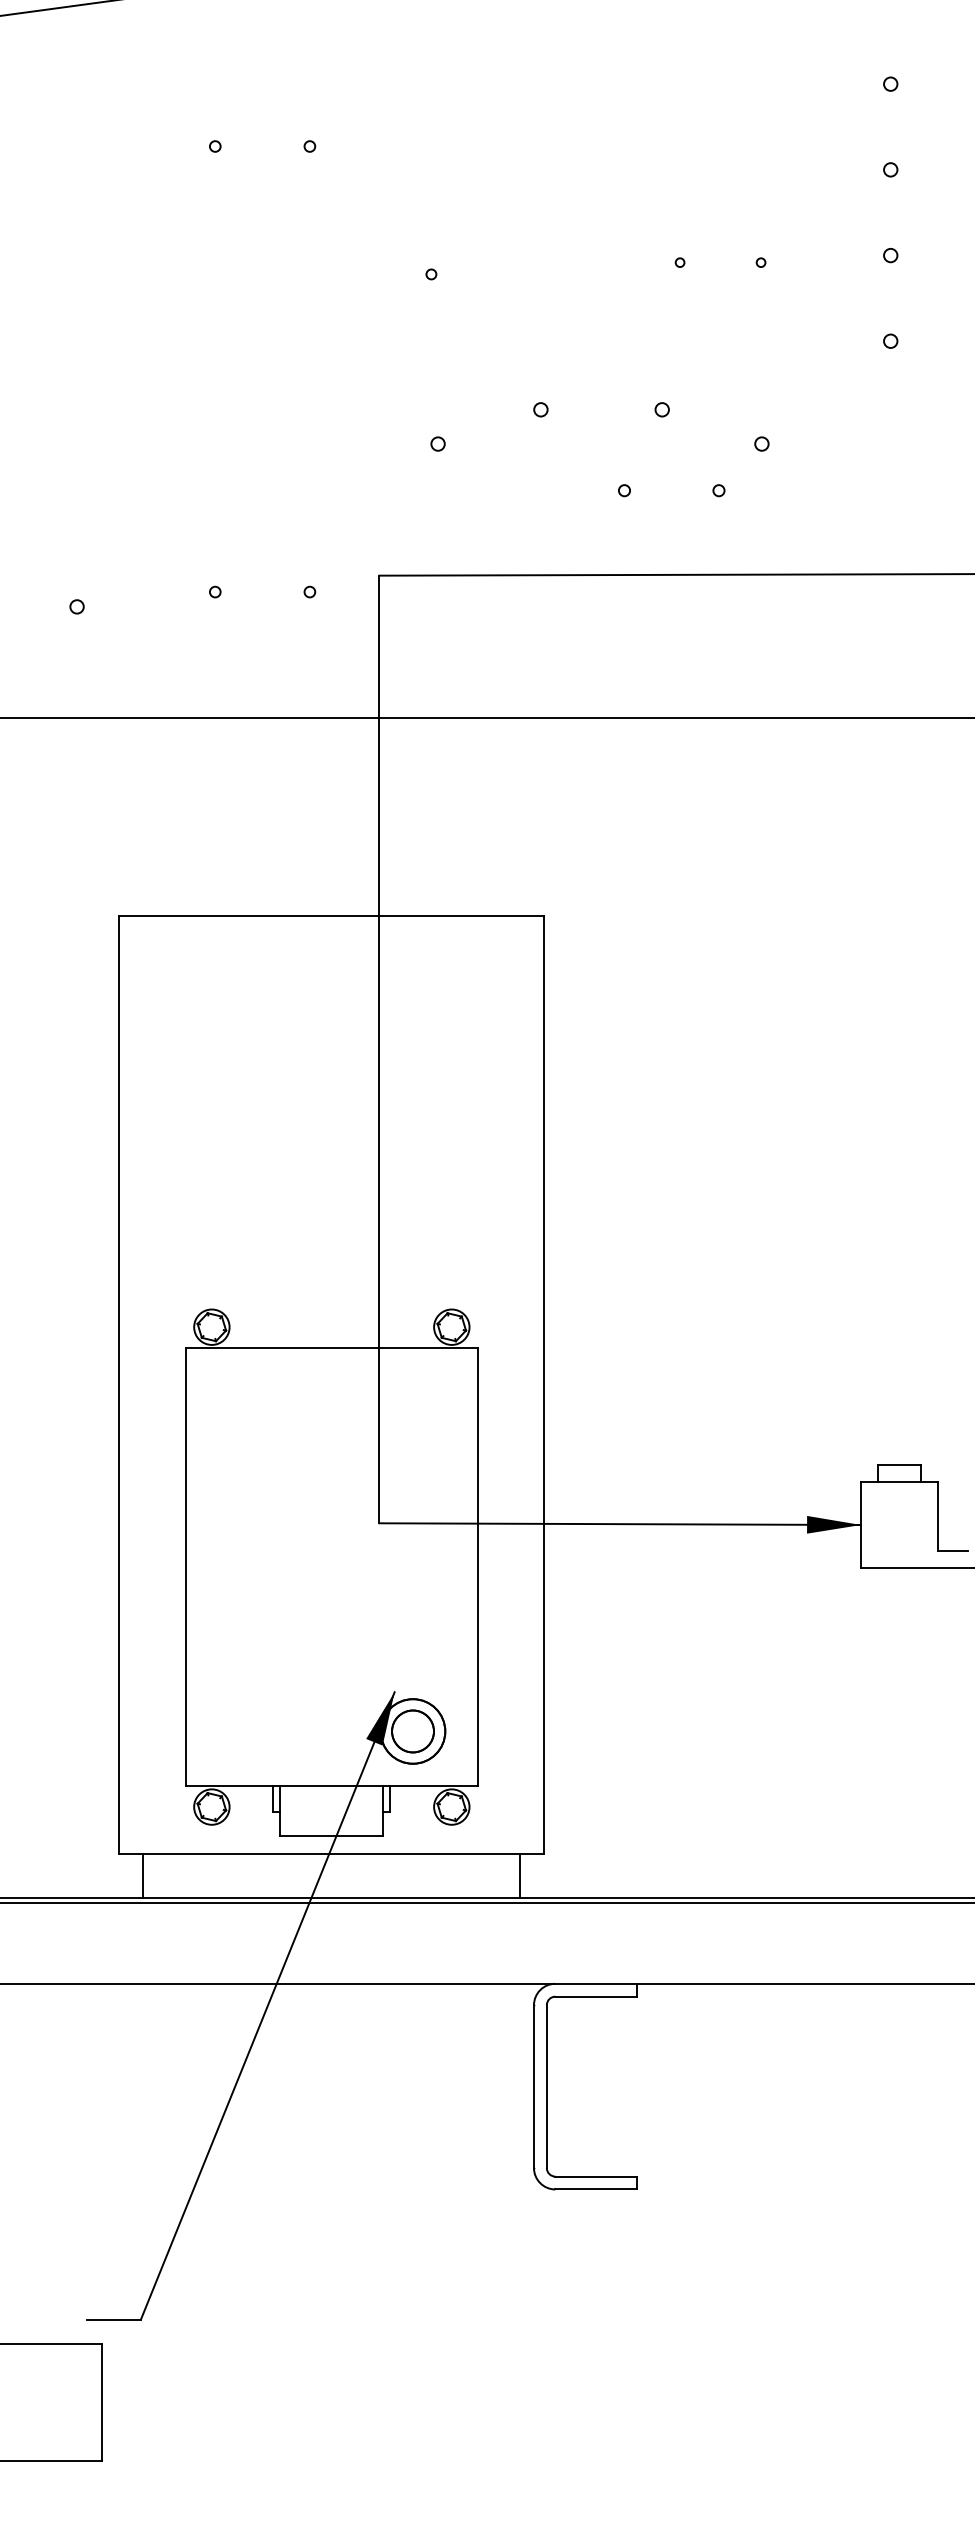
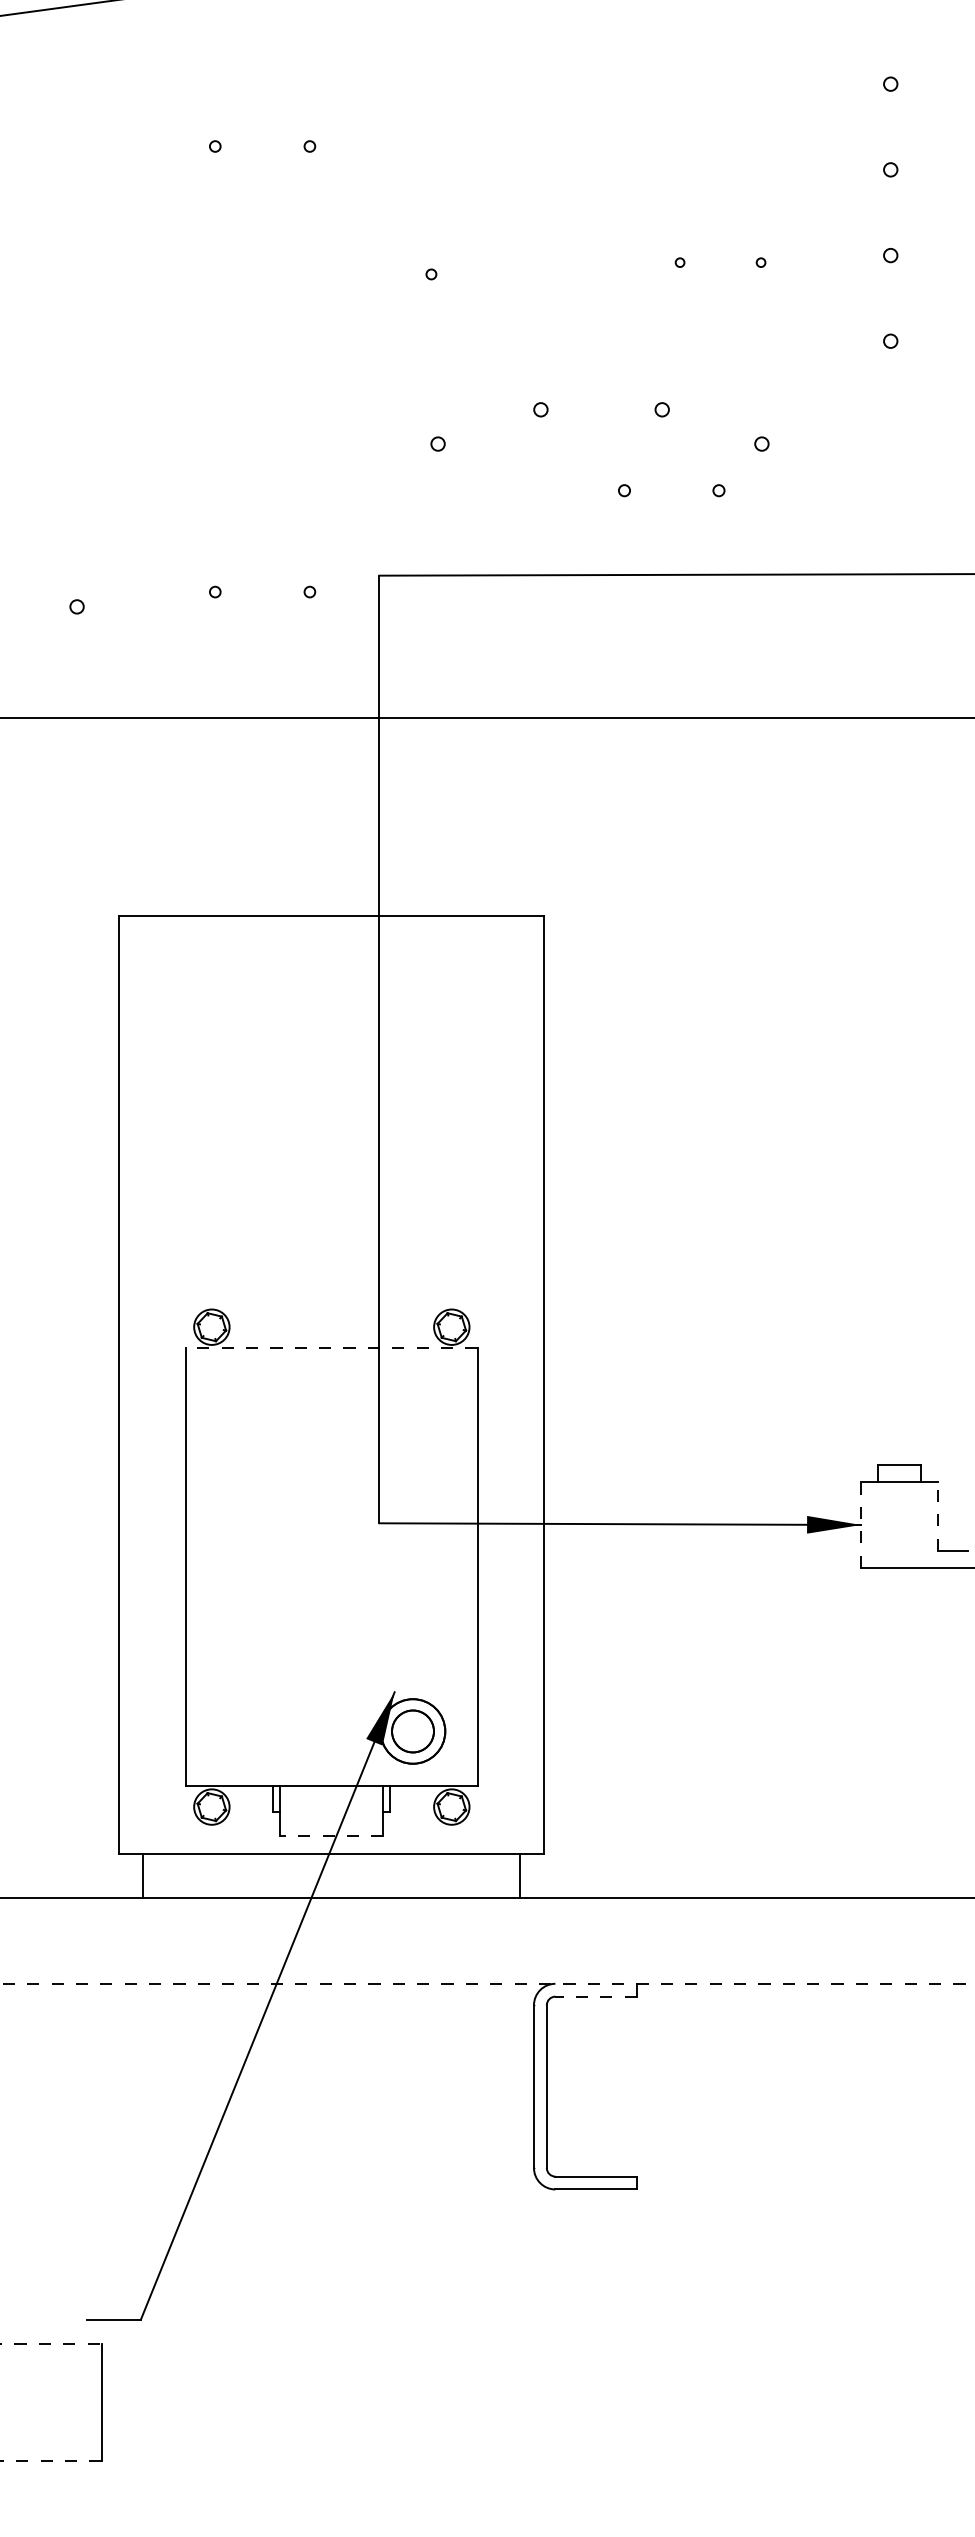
line at (331, 1348): solid -> dashed
line at (938, 1515): solid -> dashed
line at (861, 1525): solid -> dashed
line at (331, 1836): solid -> dashed
line at (486, 1903): present -> none
line at (487, 1983): solid -> dashed
line at (596, 1996): solid -> dashed
line at (51, 2343): solid -> dashed
line at (50, 2460): solid -> dashed
